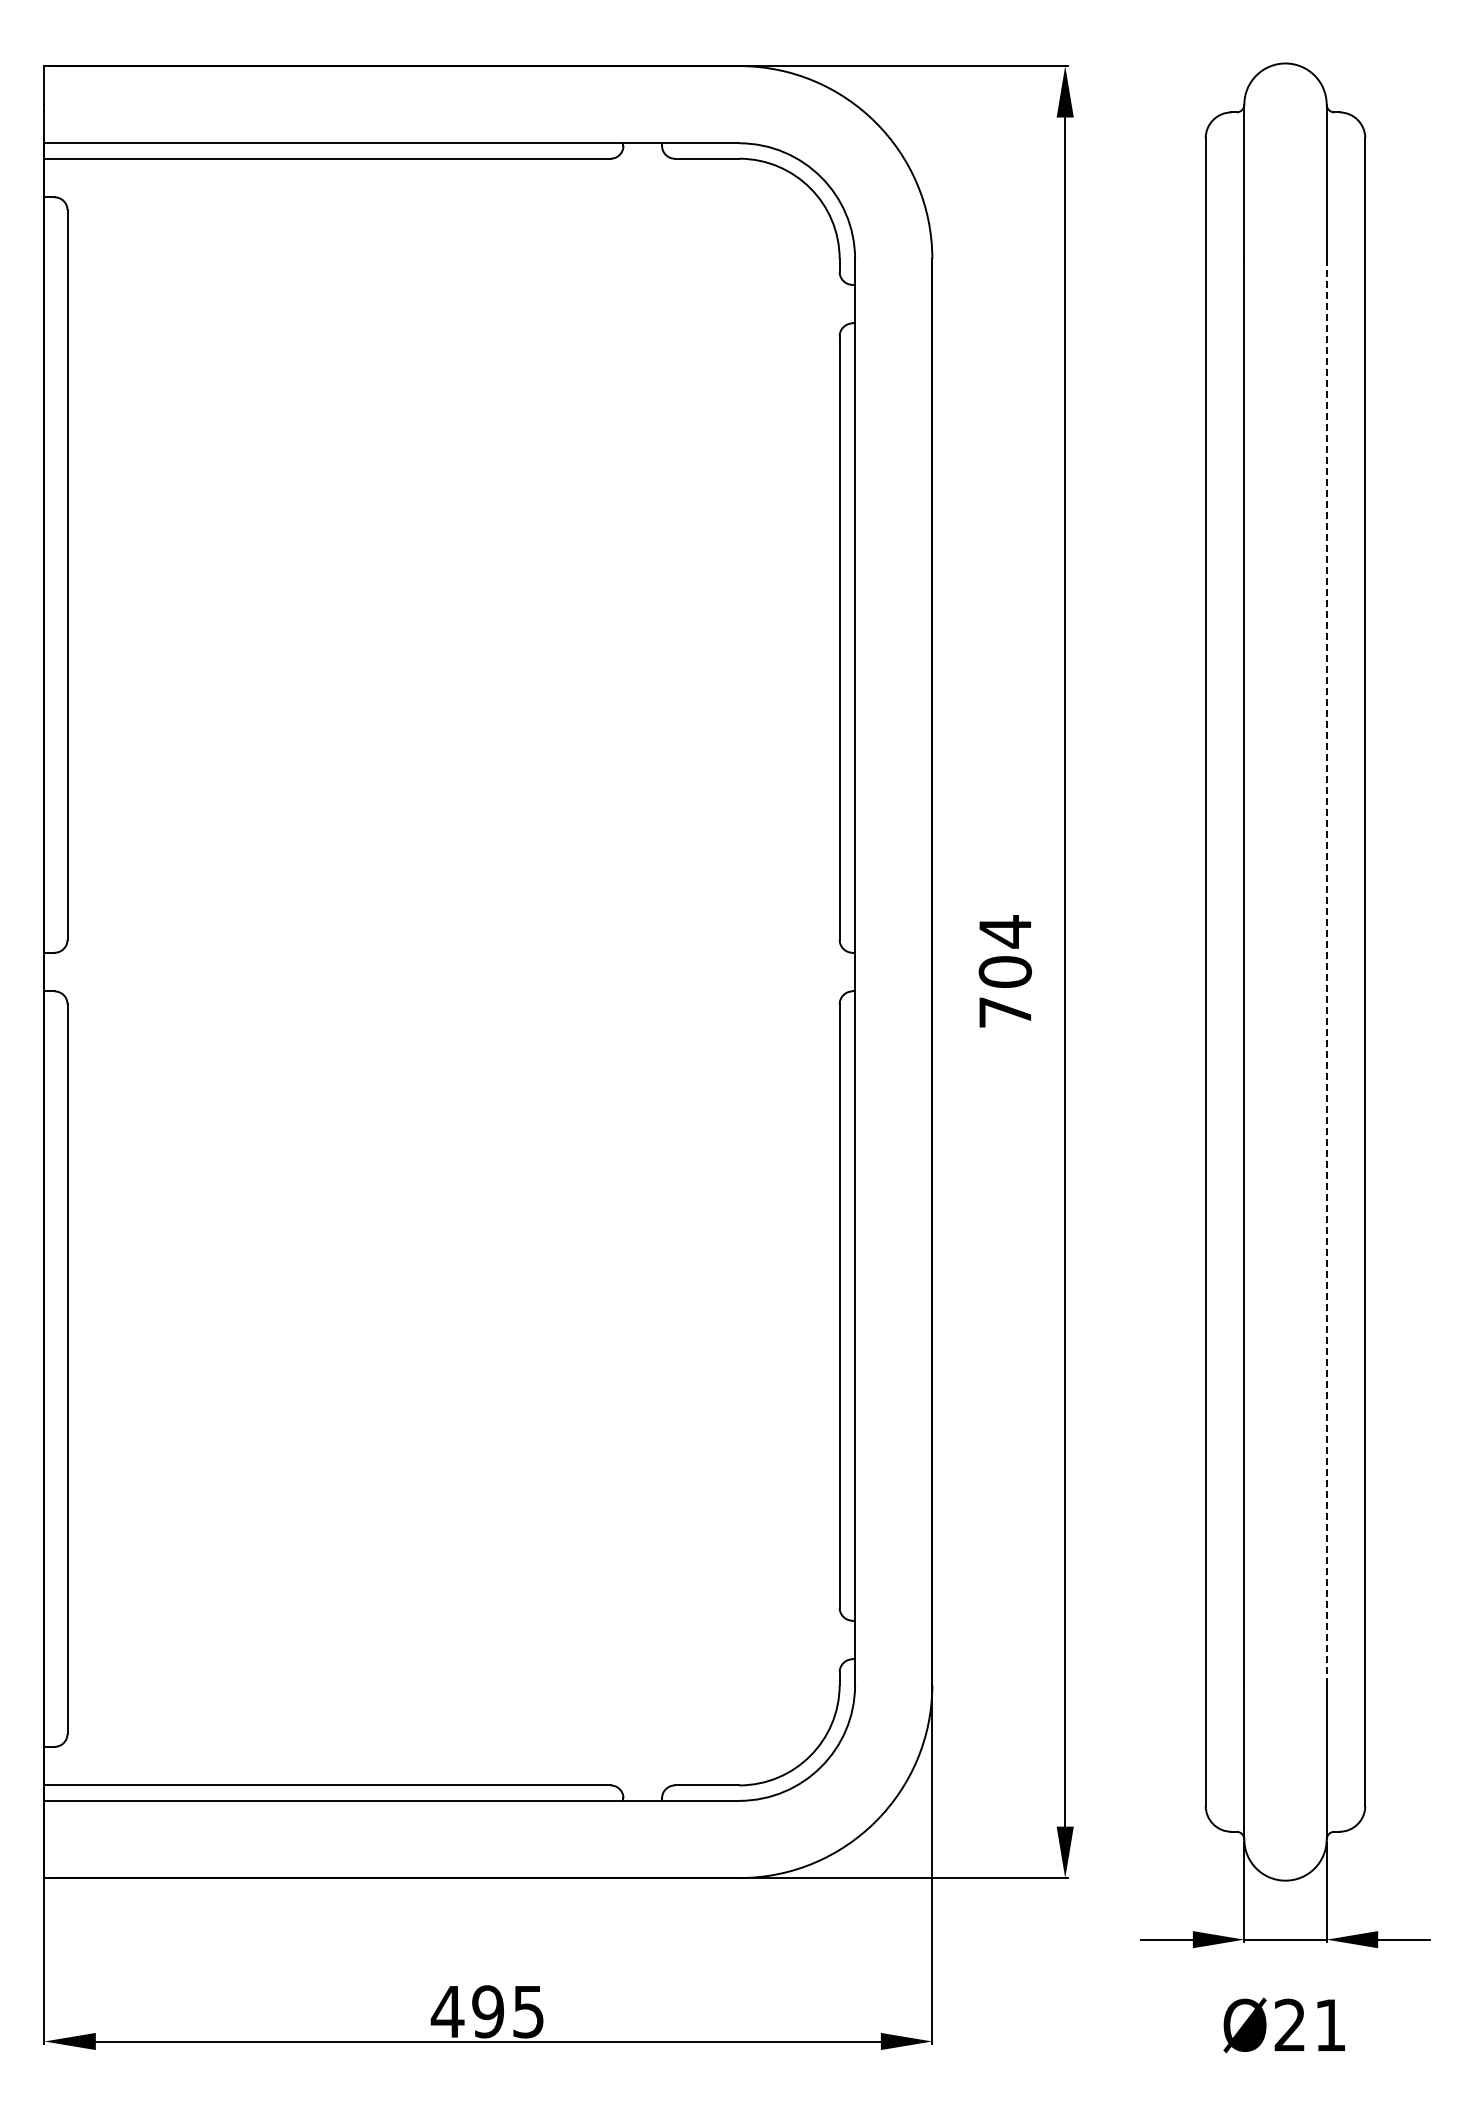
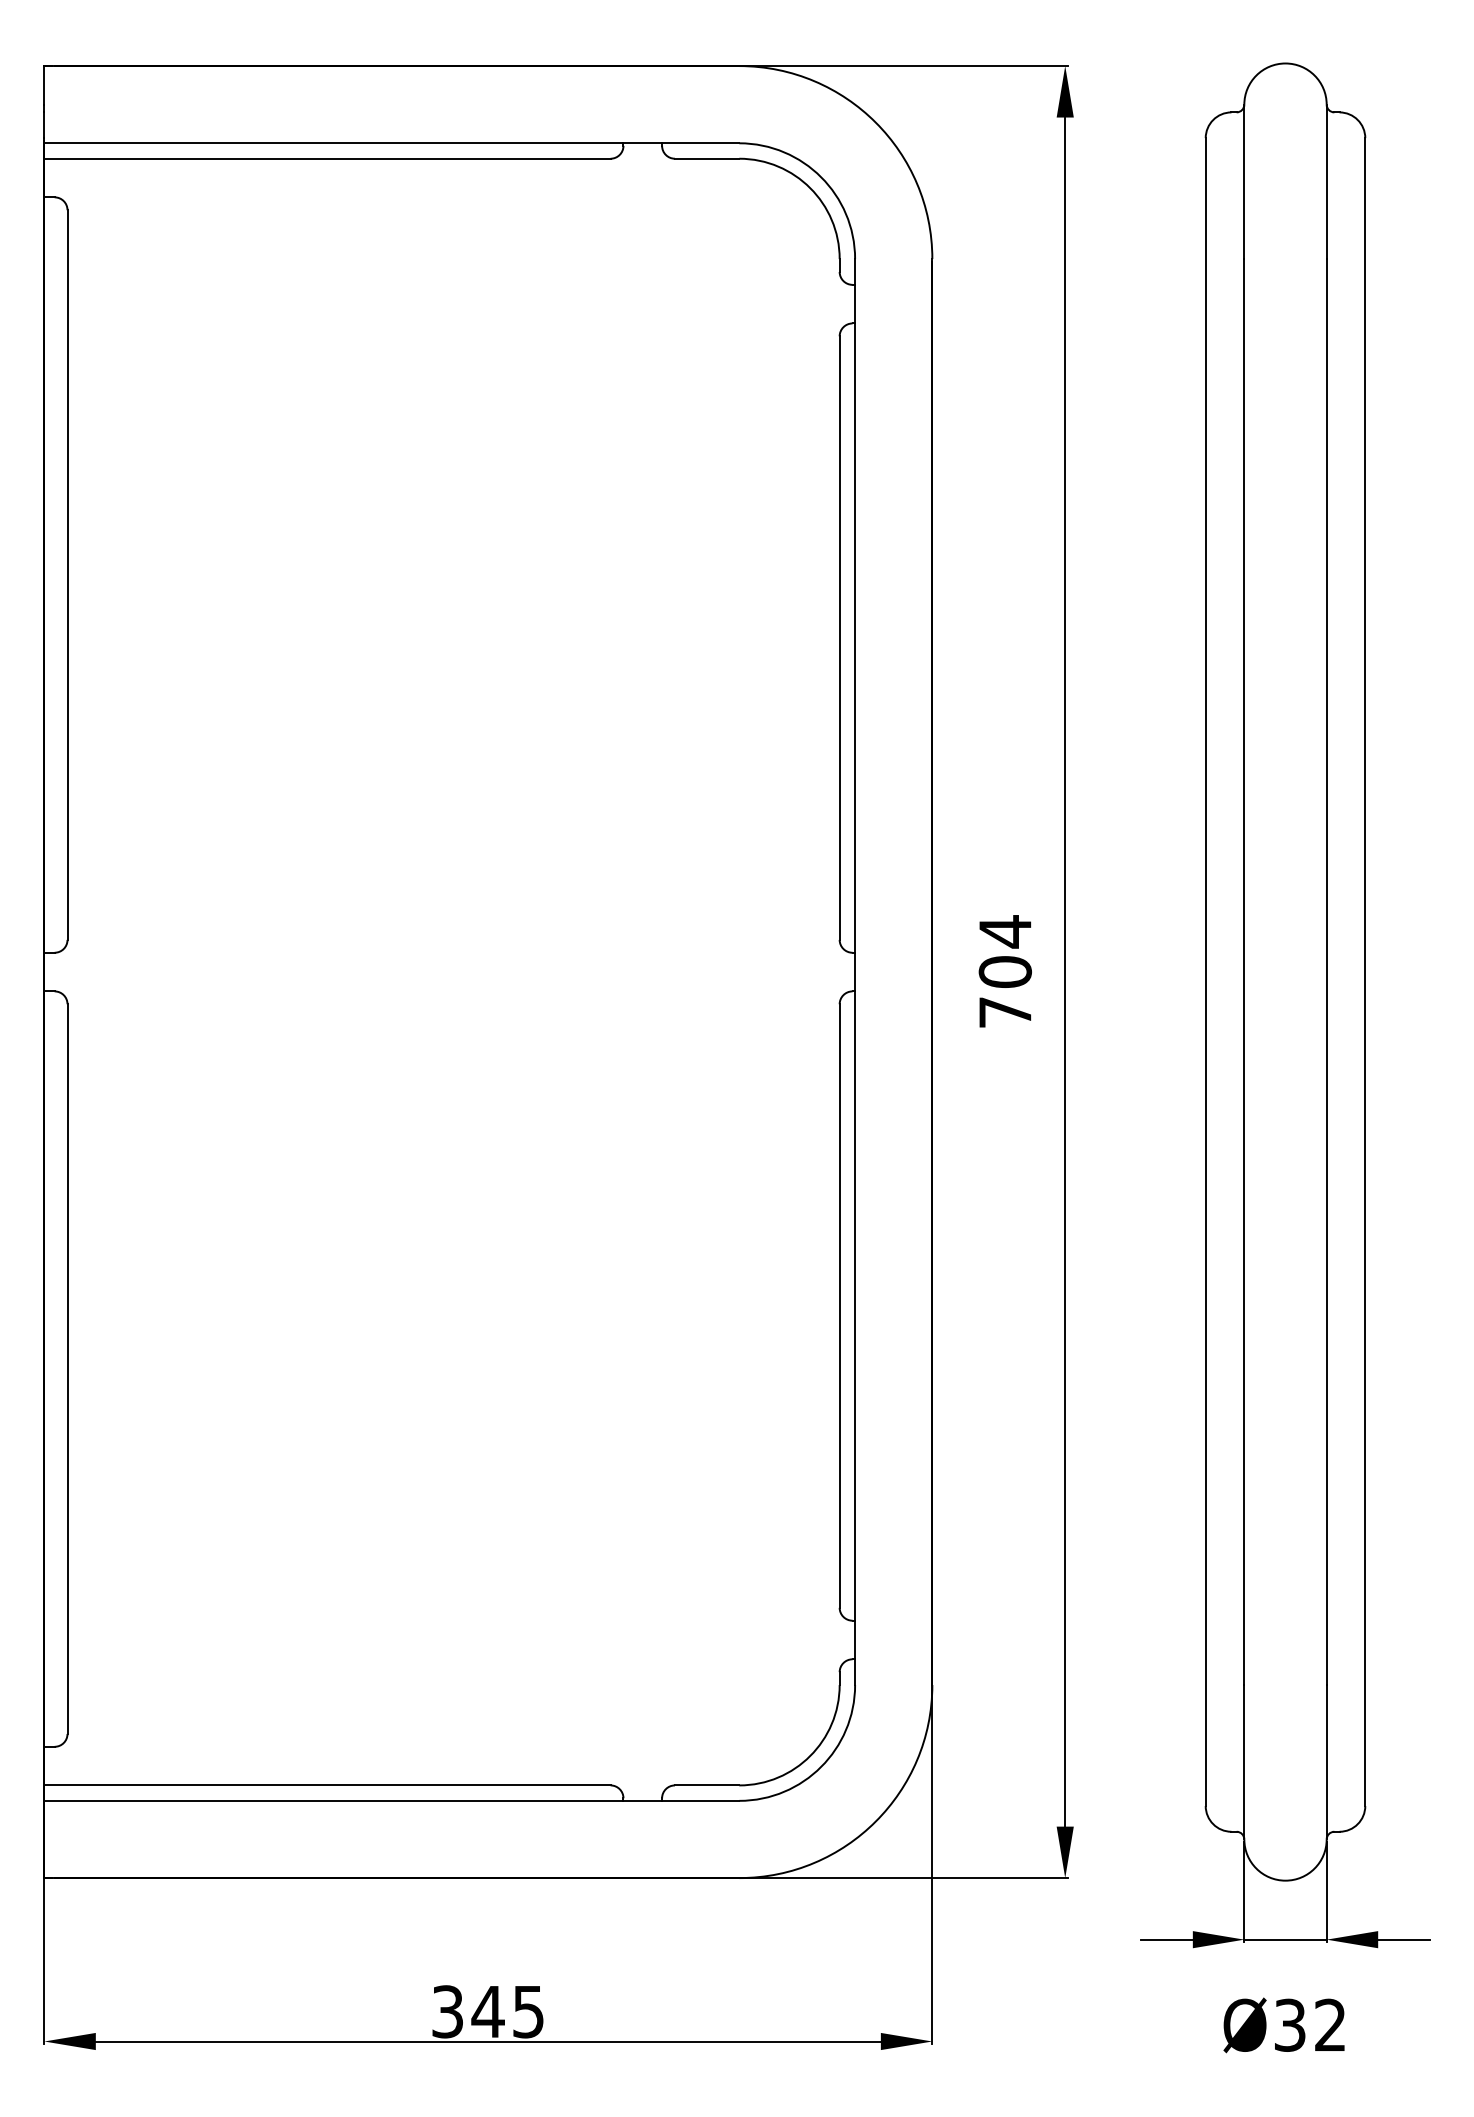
line at (1326, 972): dashed -> solid
text at (467, 2011): 495 -> 345
text at (1309, 2024): Ø21 -> Ø32
